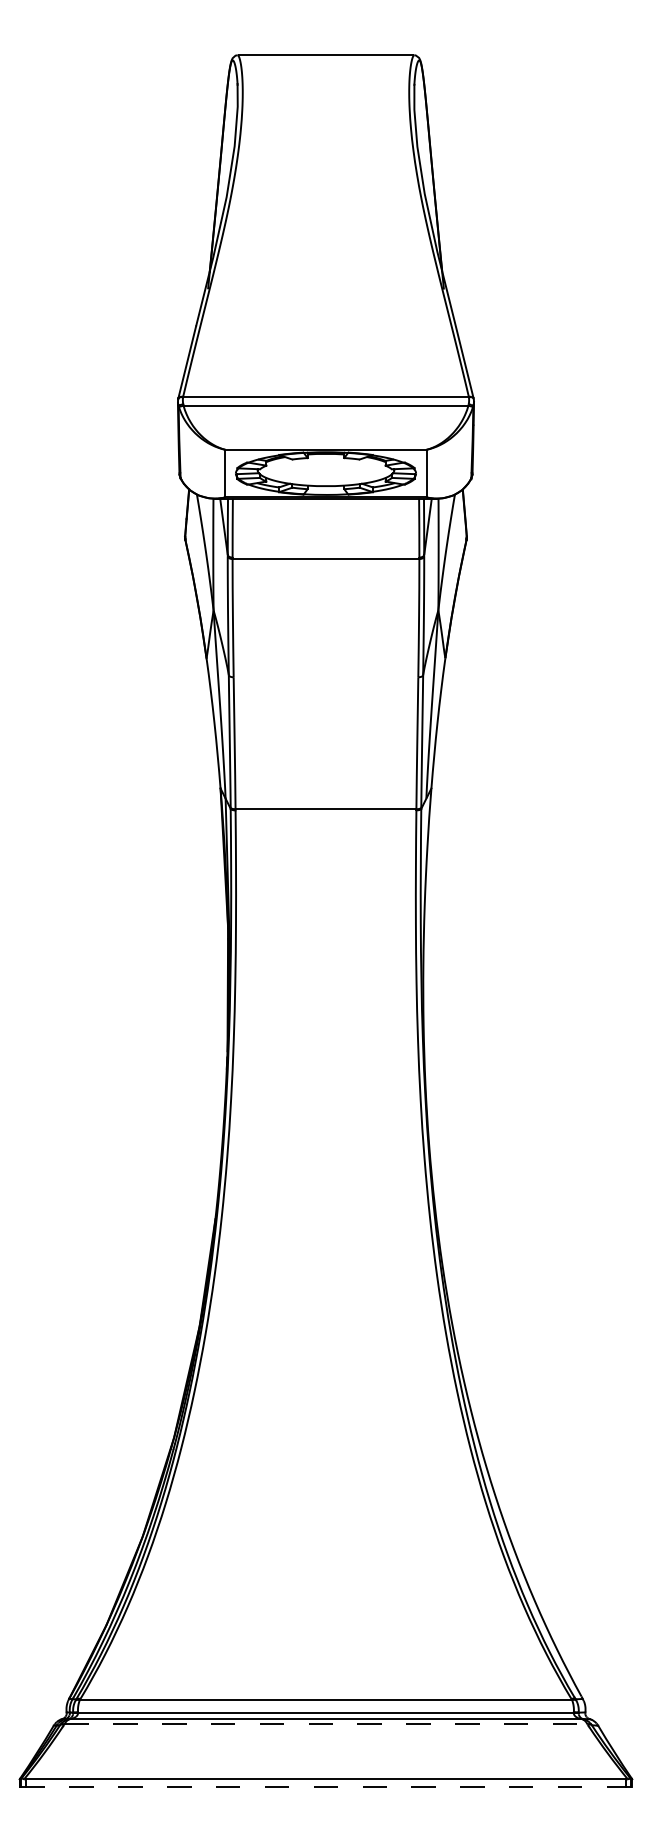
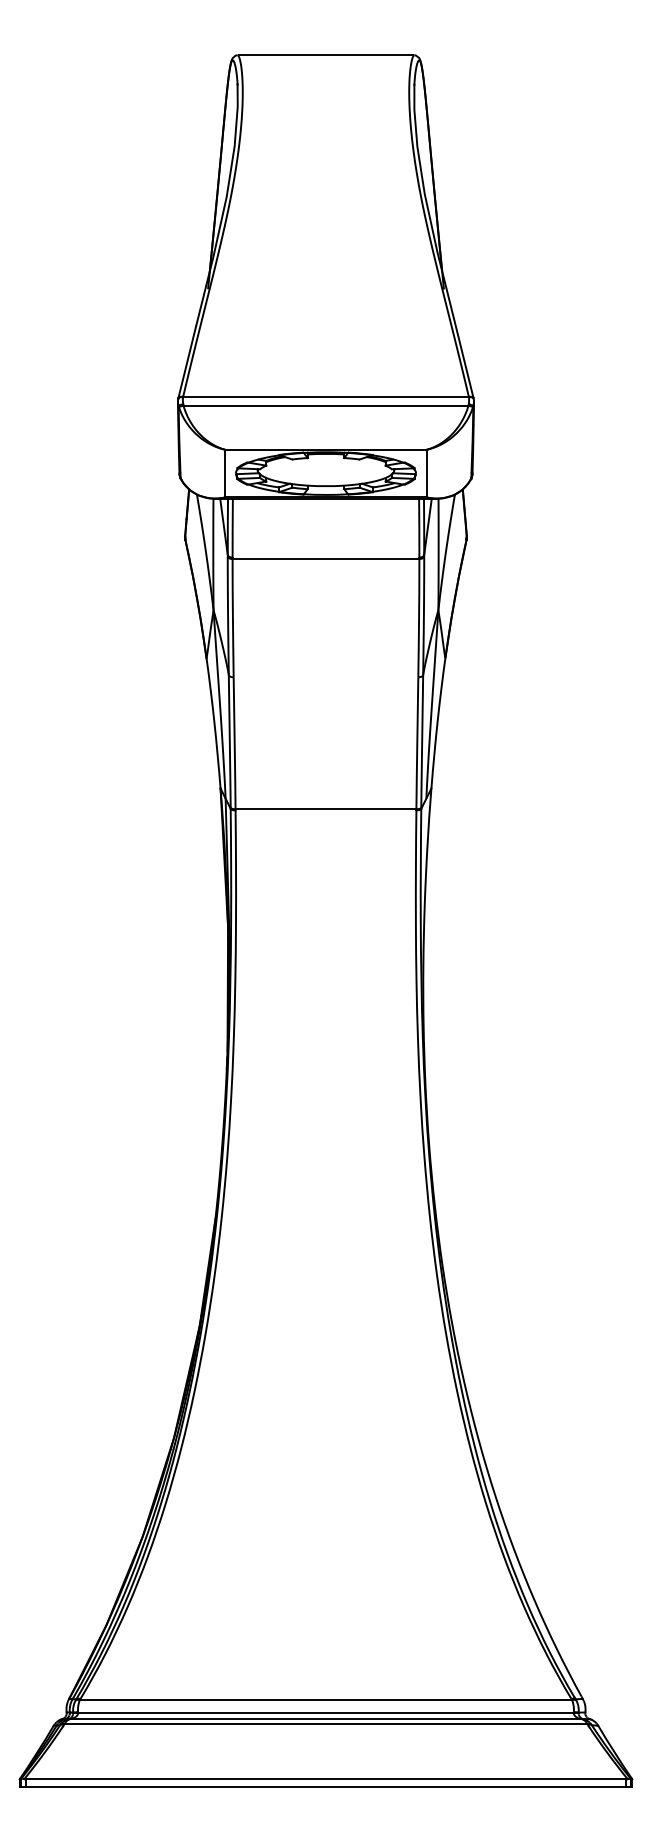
line at (325, 1724): dashed -> solid
line at (326, 1786): dashed -> solid
